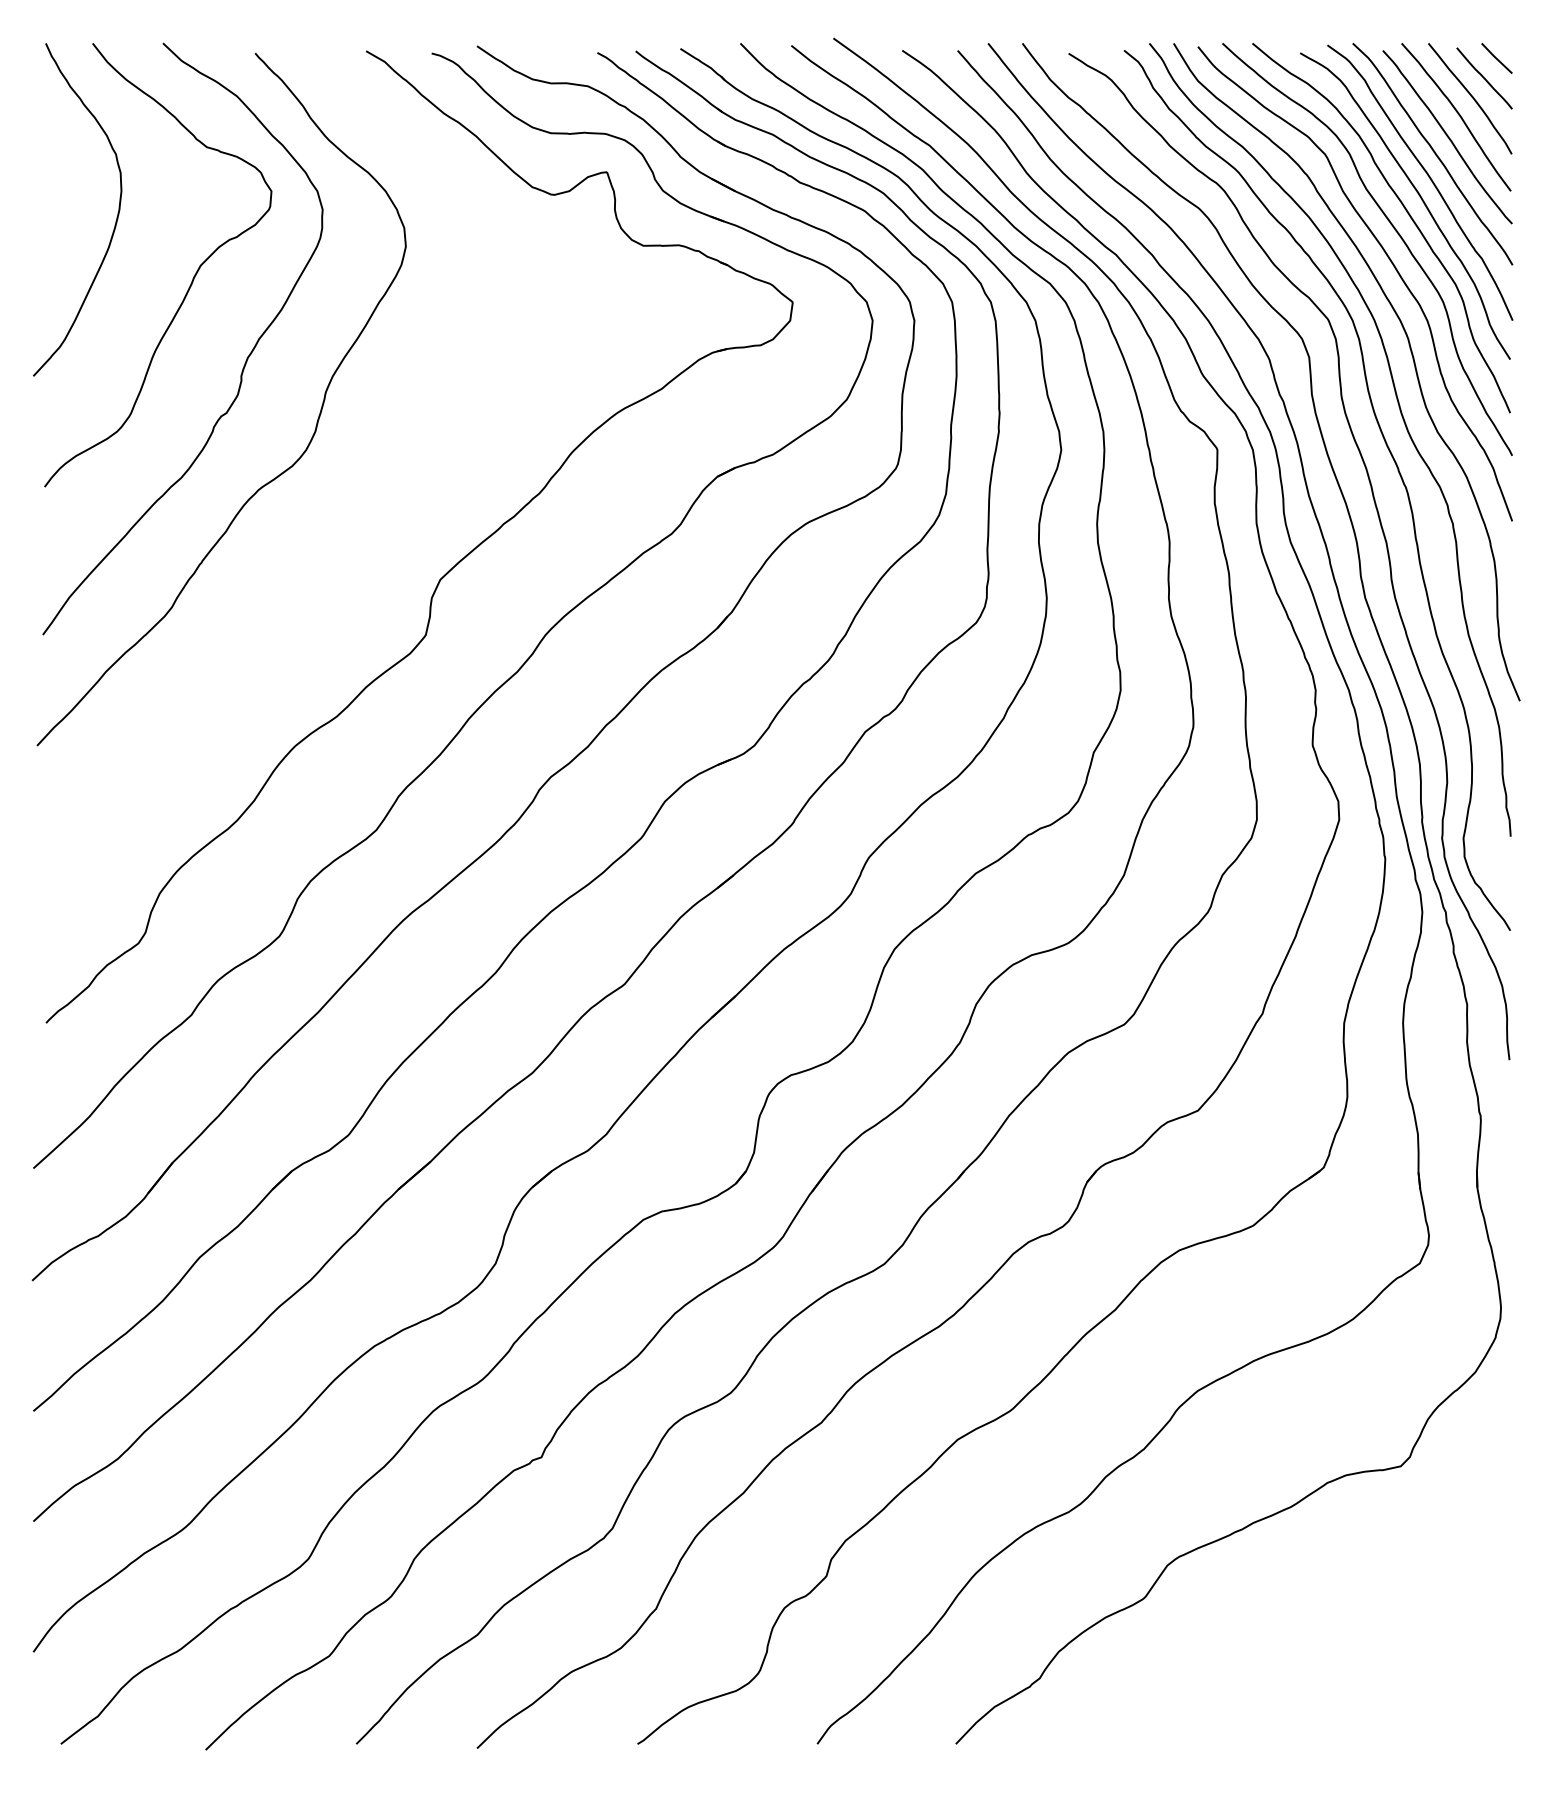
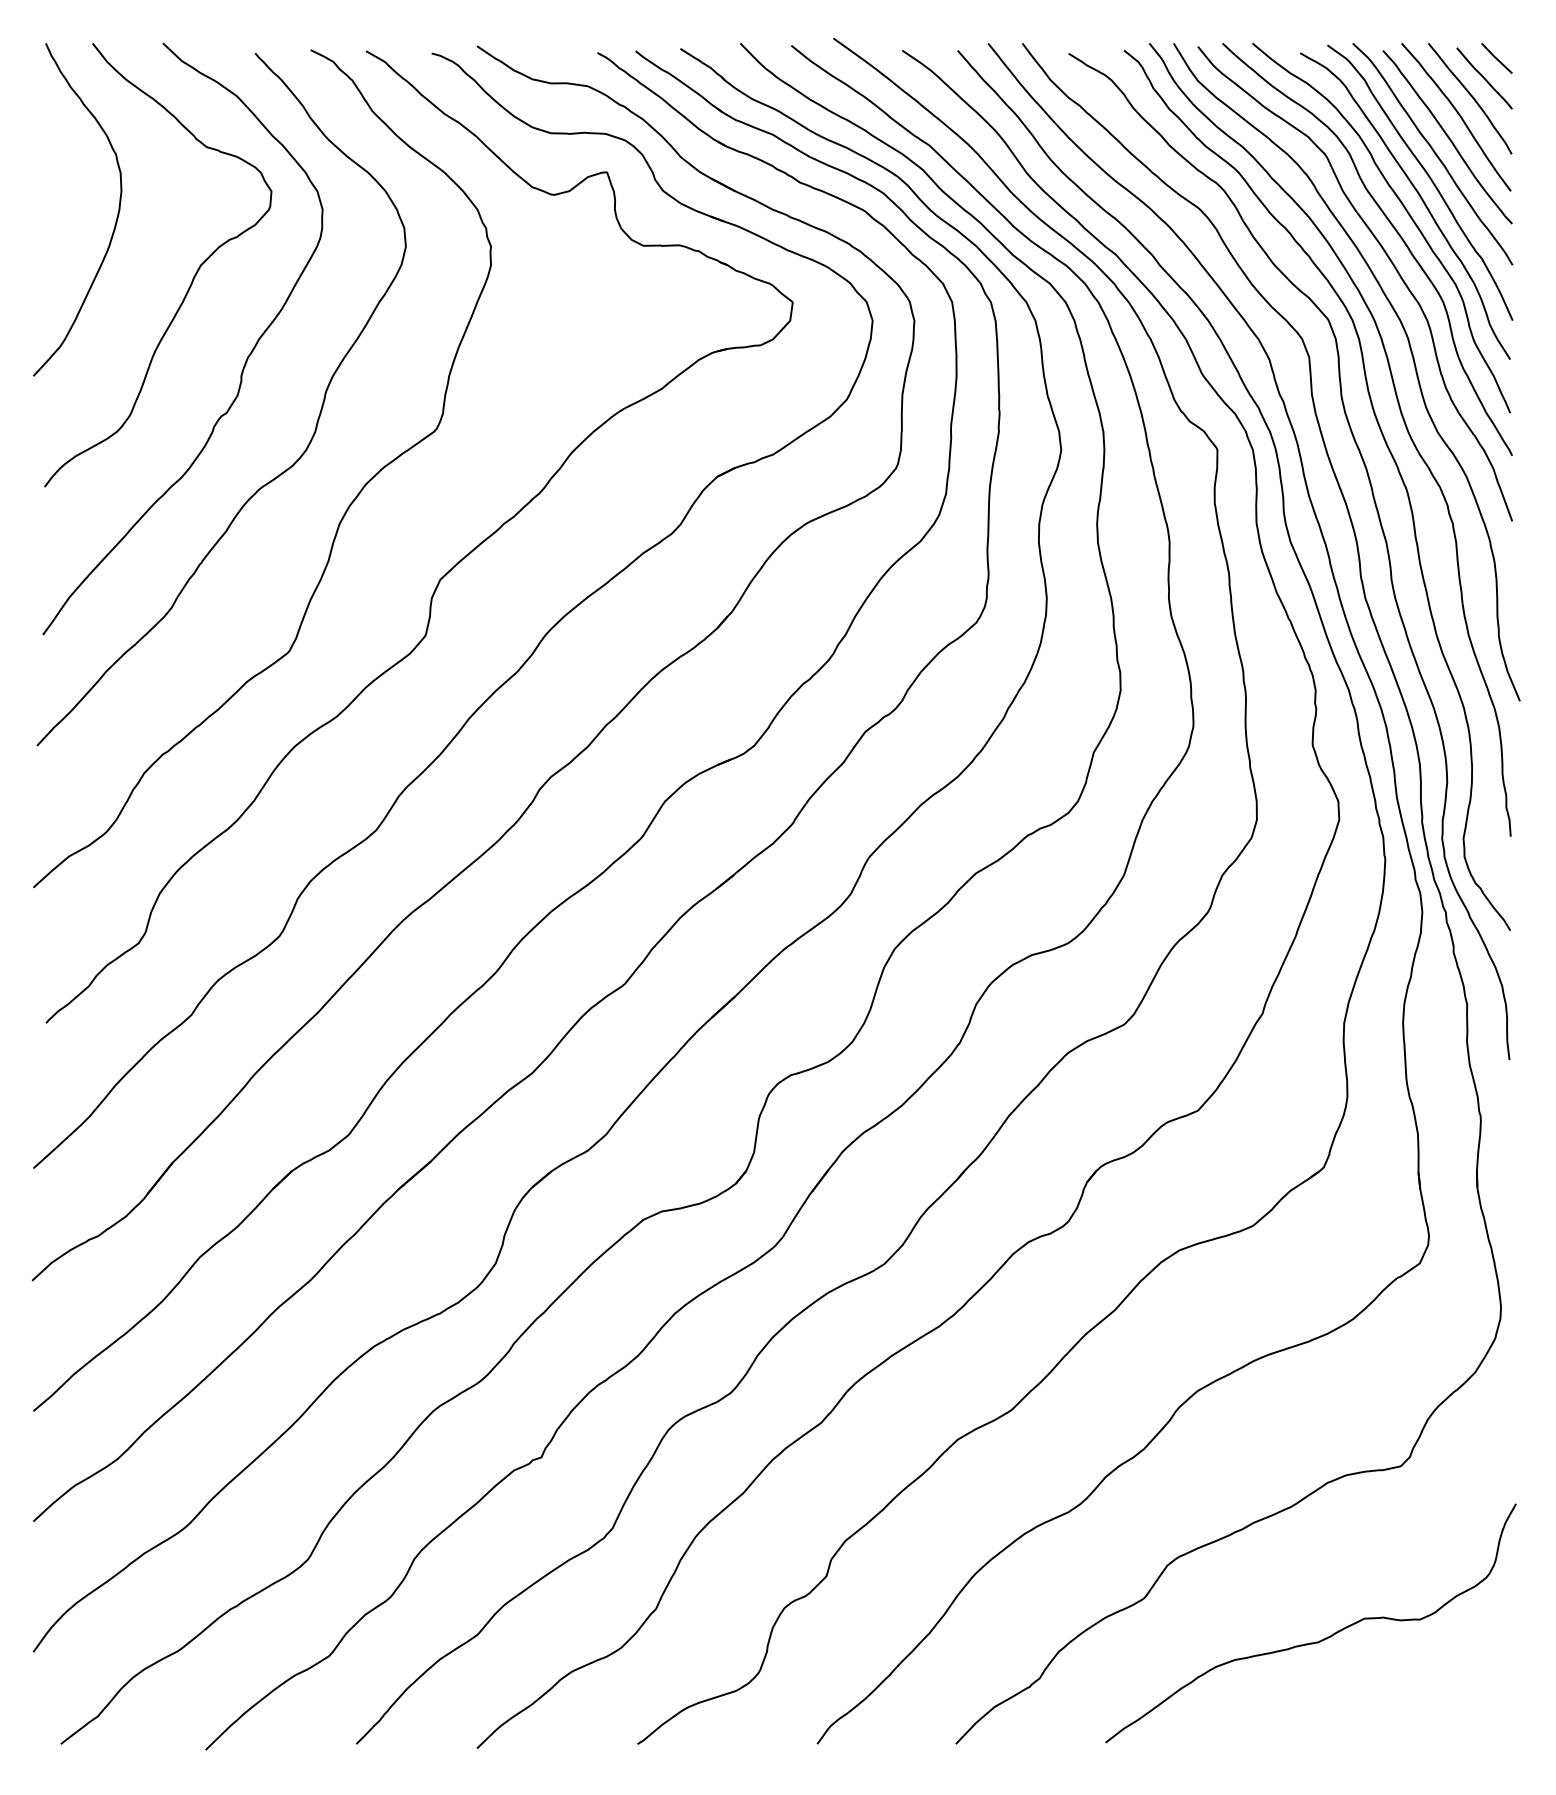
curve at (344, 512): none -> present
curve at (1316, 1641): none -> present
